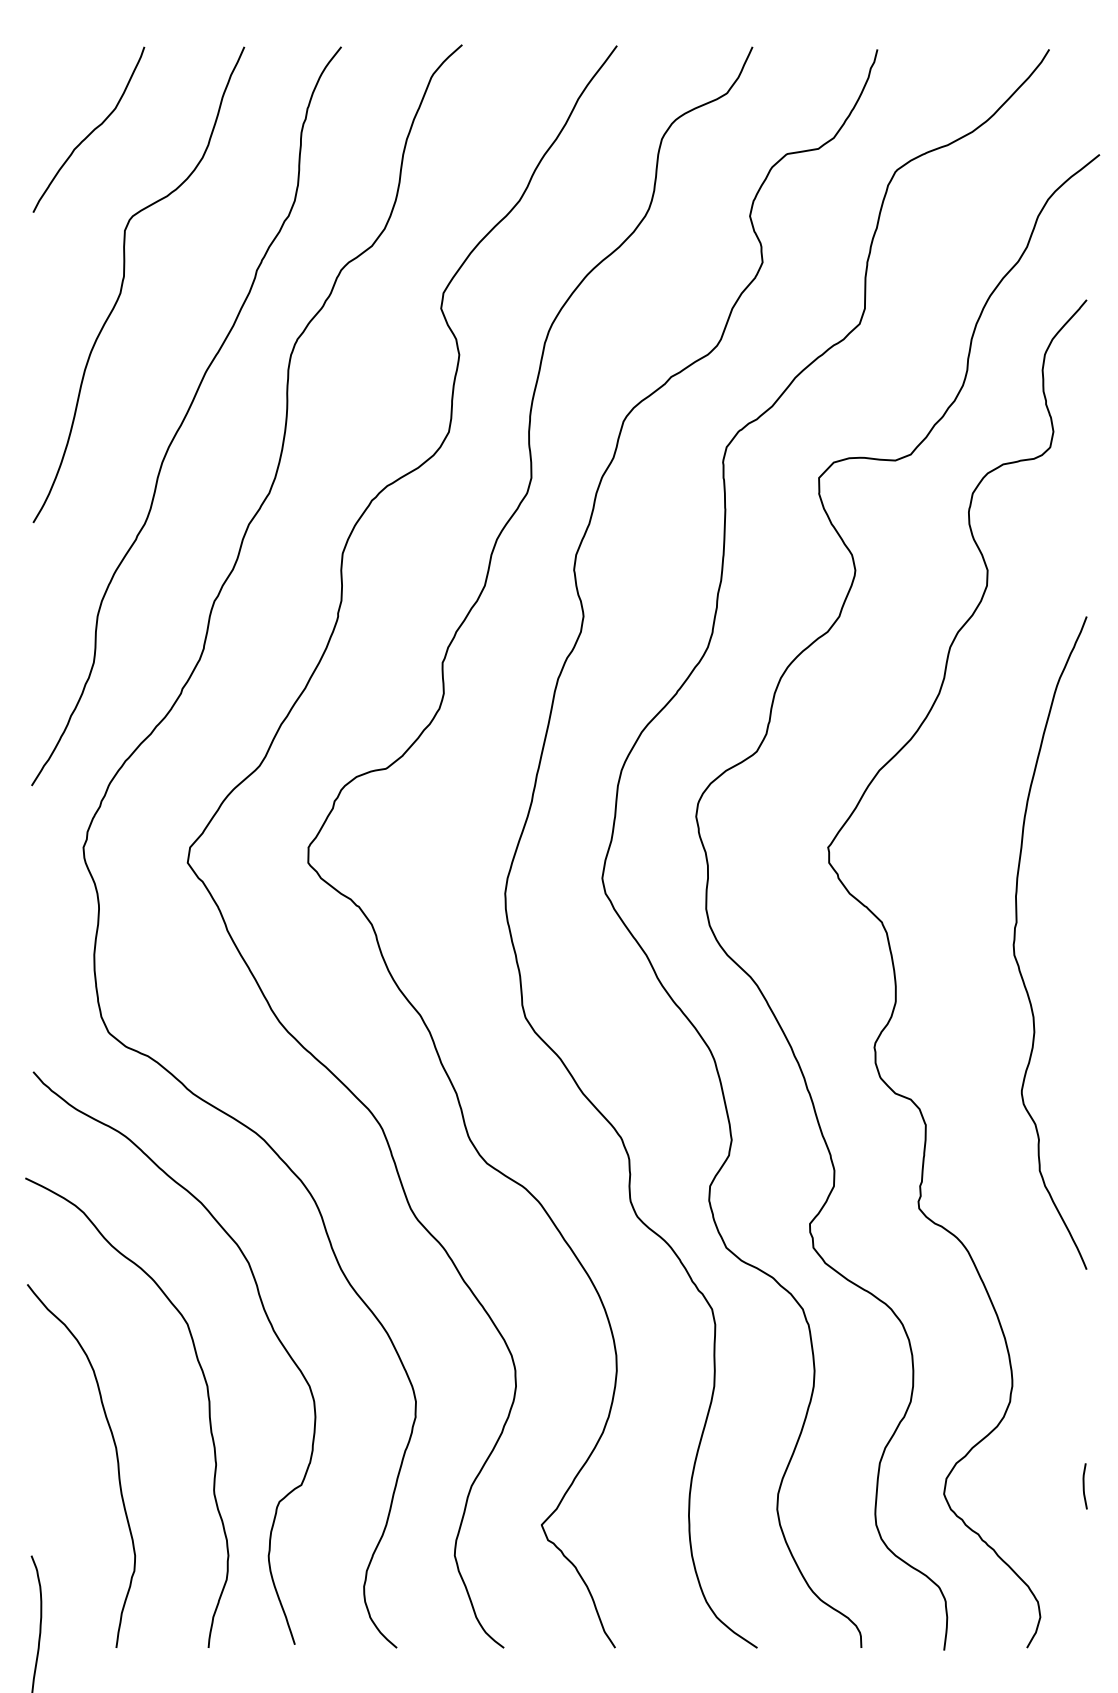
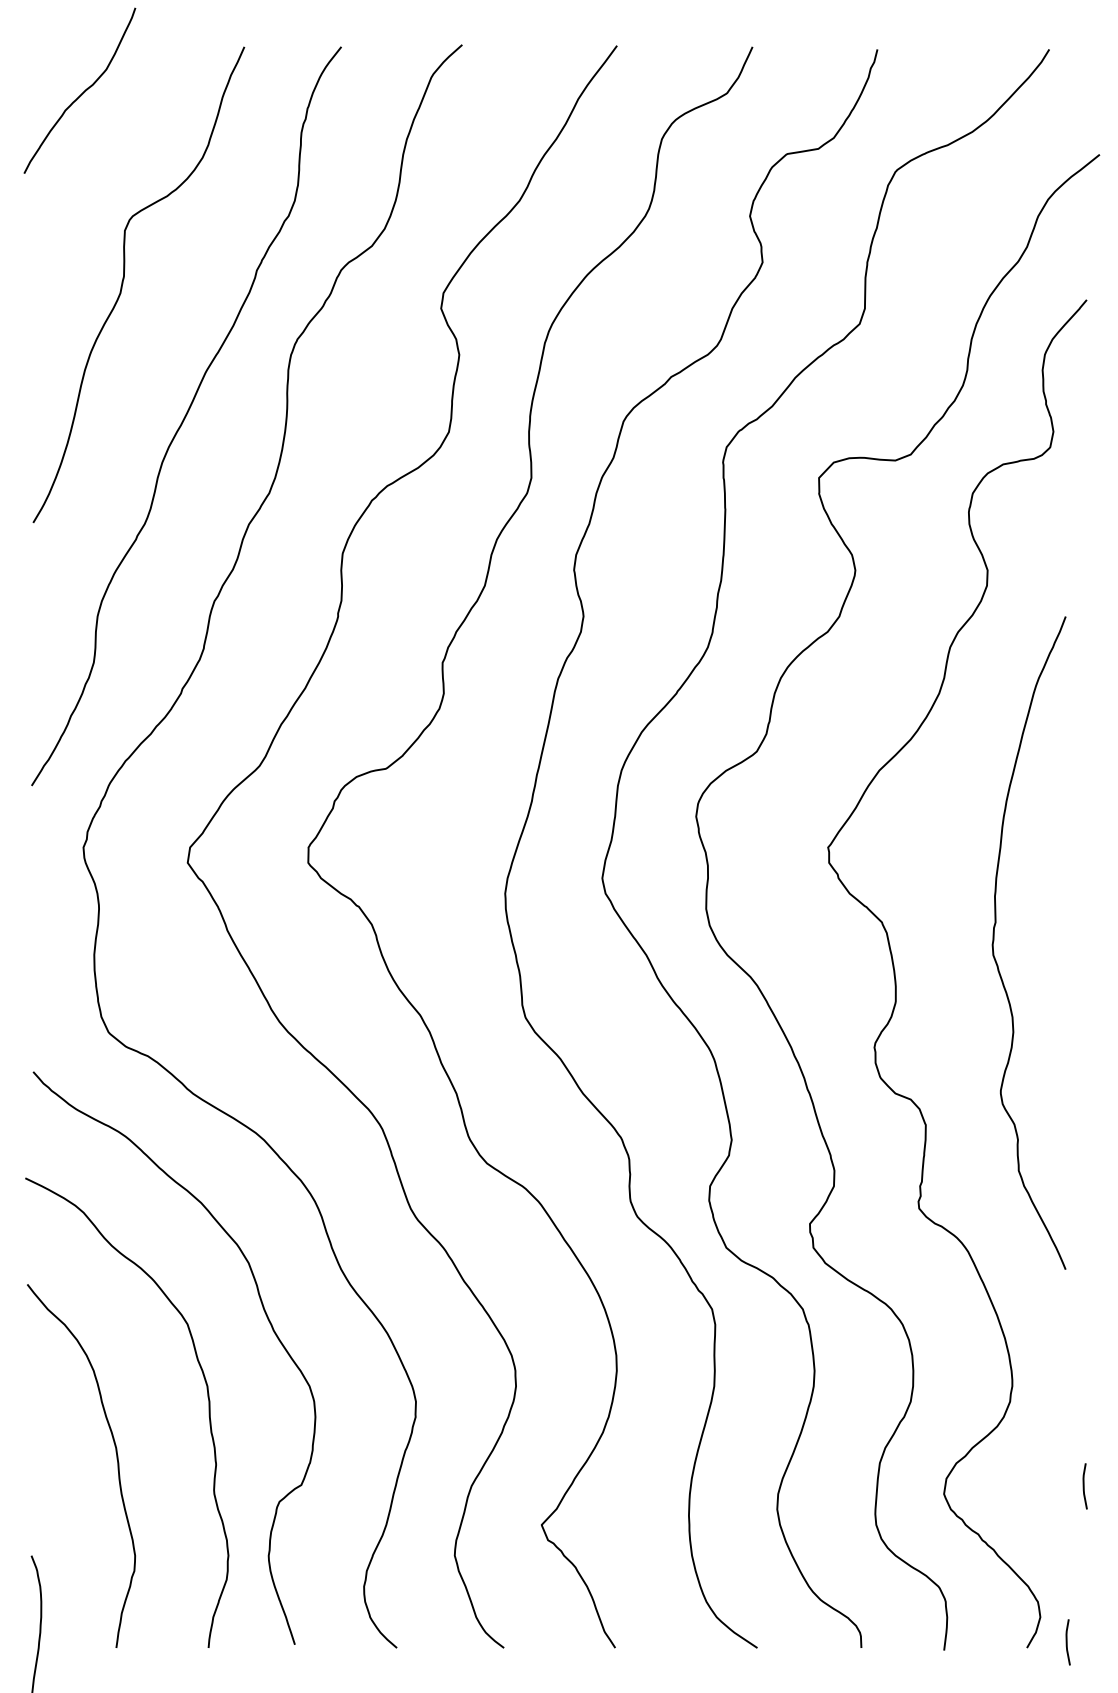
curve at (91, 131) position: (91, 131) -> (82, 92)
curve at (1015, 941) position: (1015, 941) -> (994, 941)
curve at (1067, 1642): none -> present
